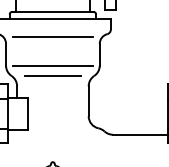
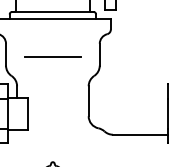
line at (52, 37): present -> none
line at (52, 65): present -> none
line at (52, 75) position: (52, 75) -> (52, 56)
